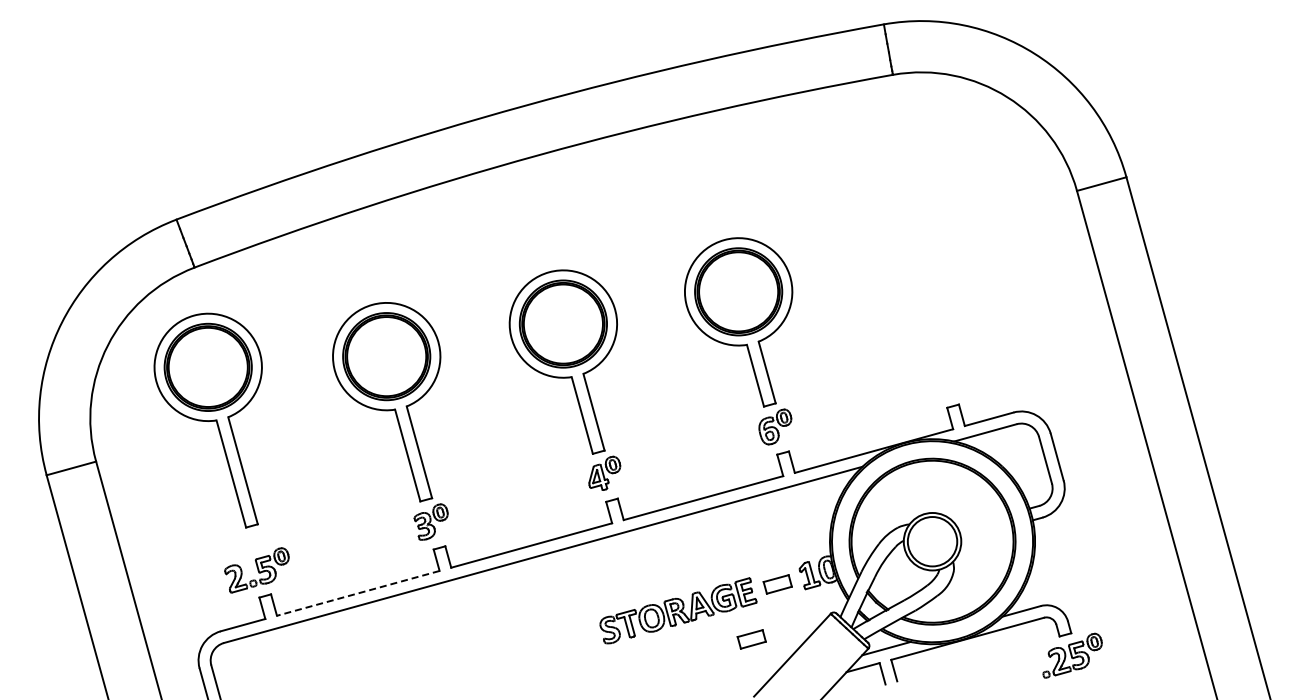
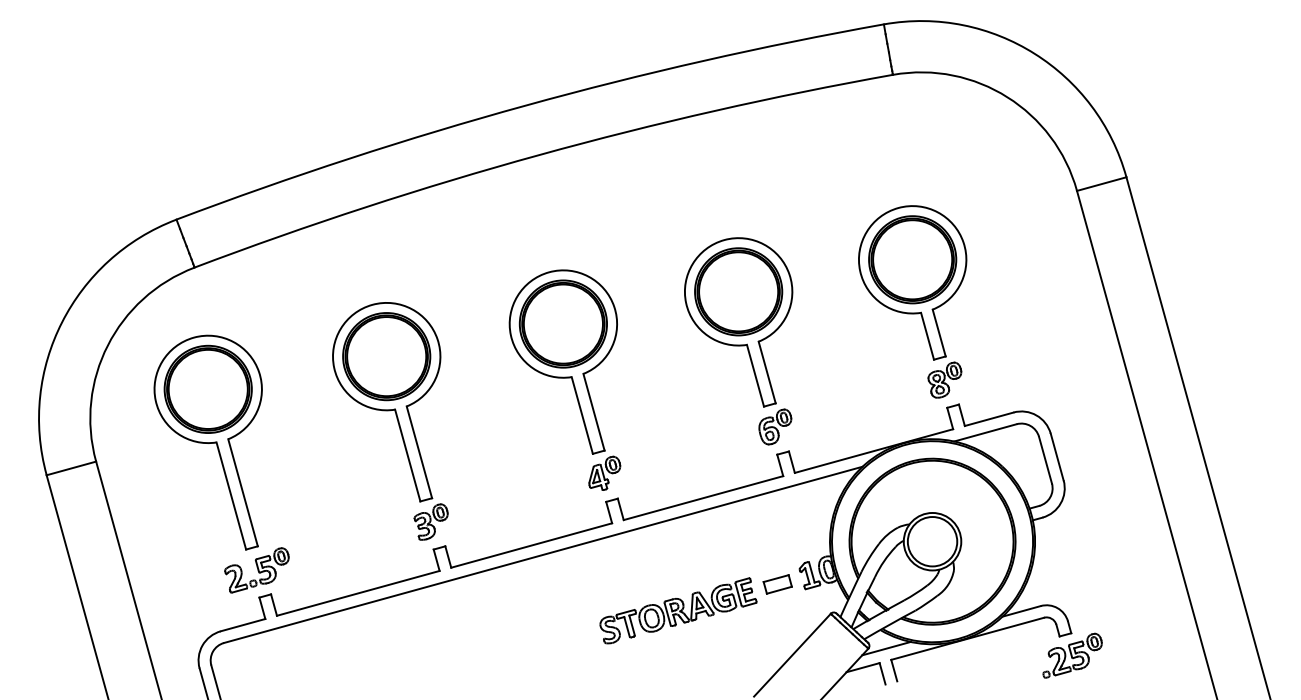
part at (912, 301): none -> present
part at (207, 420) position: (207, 420) -> (207, 442)
line at (357, 593): dashed -> solid
part at (751, 639): present -> none
